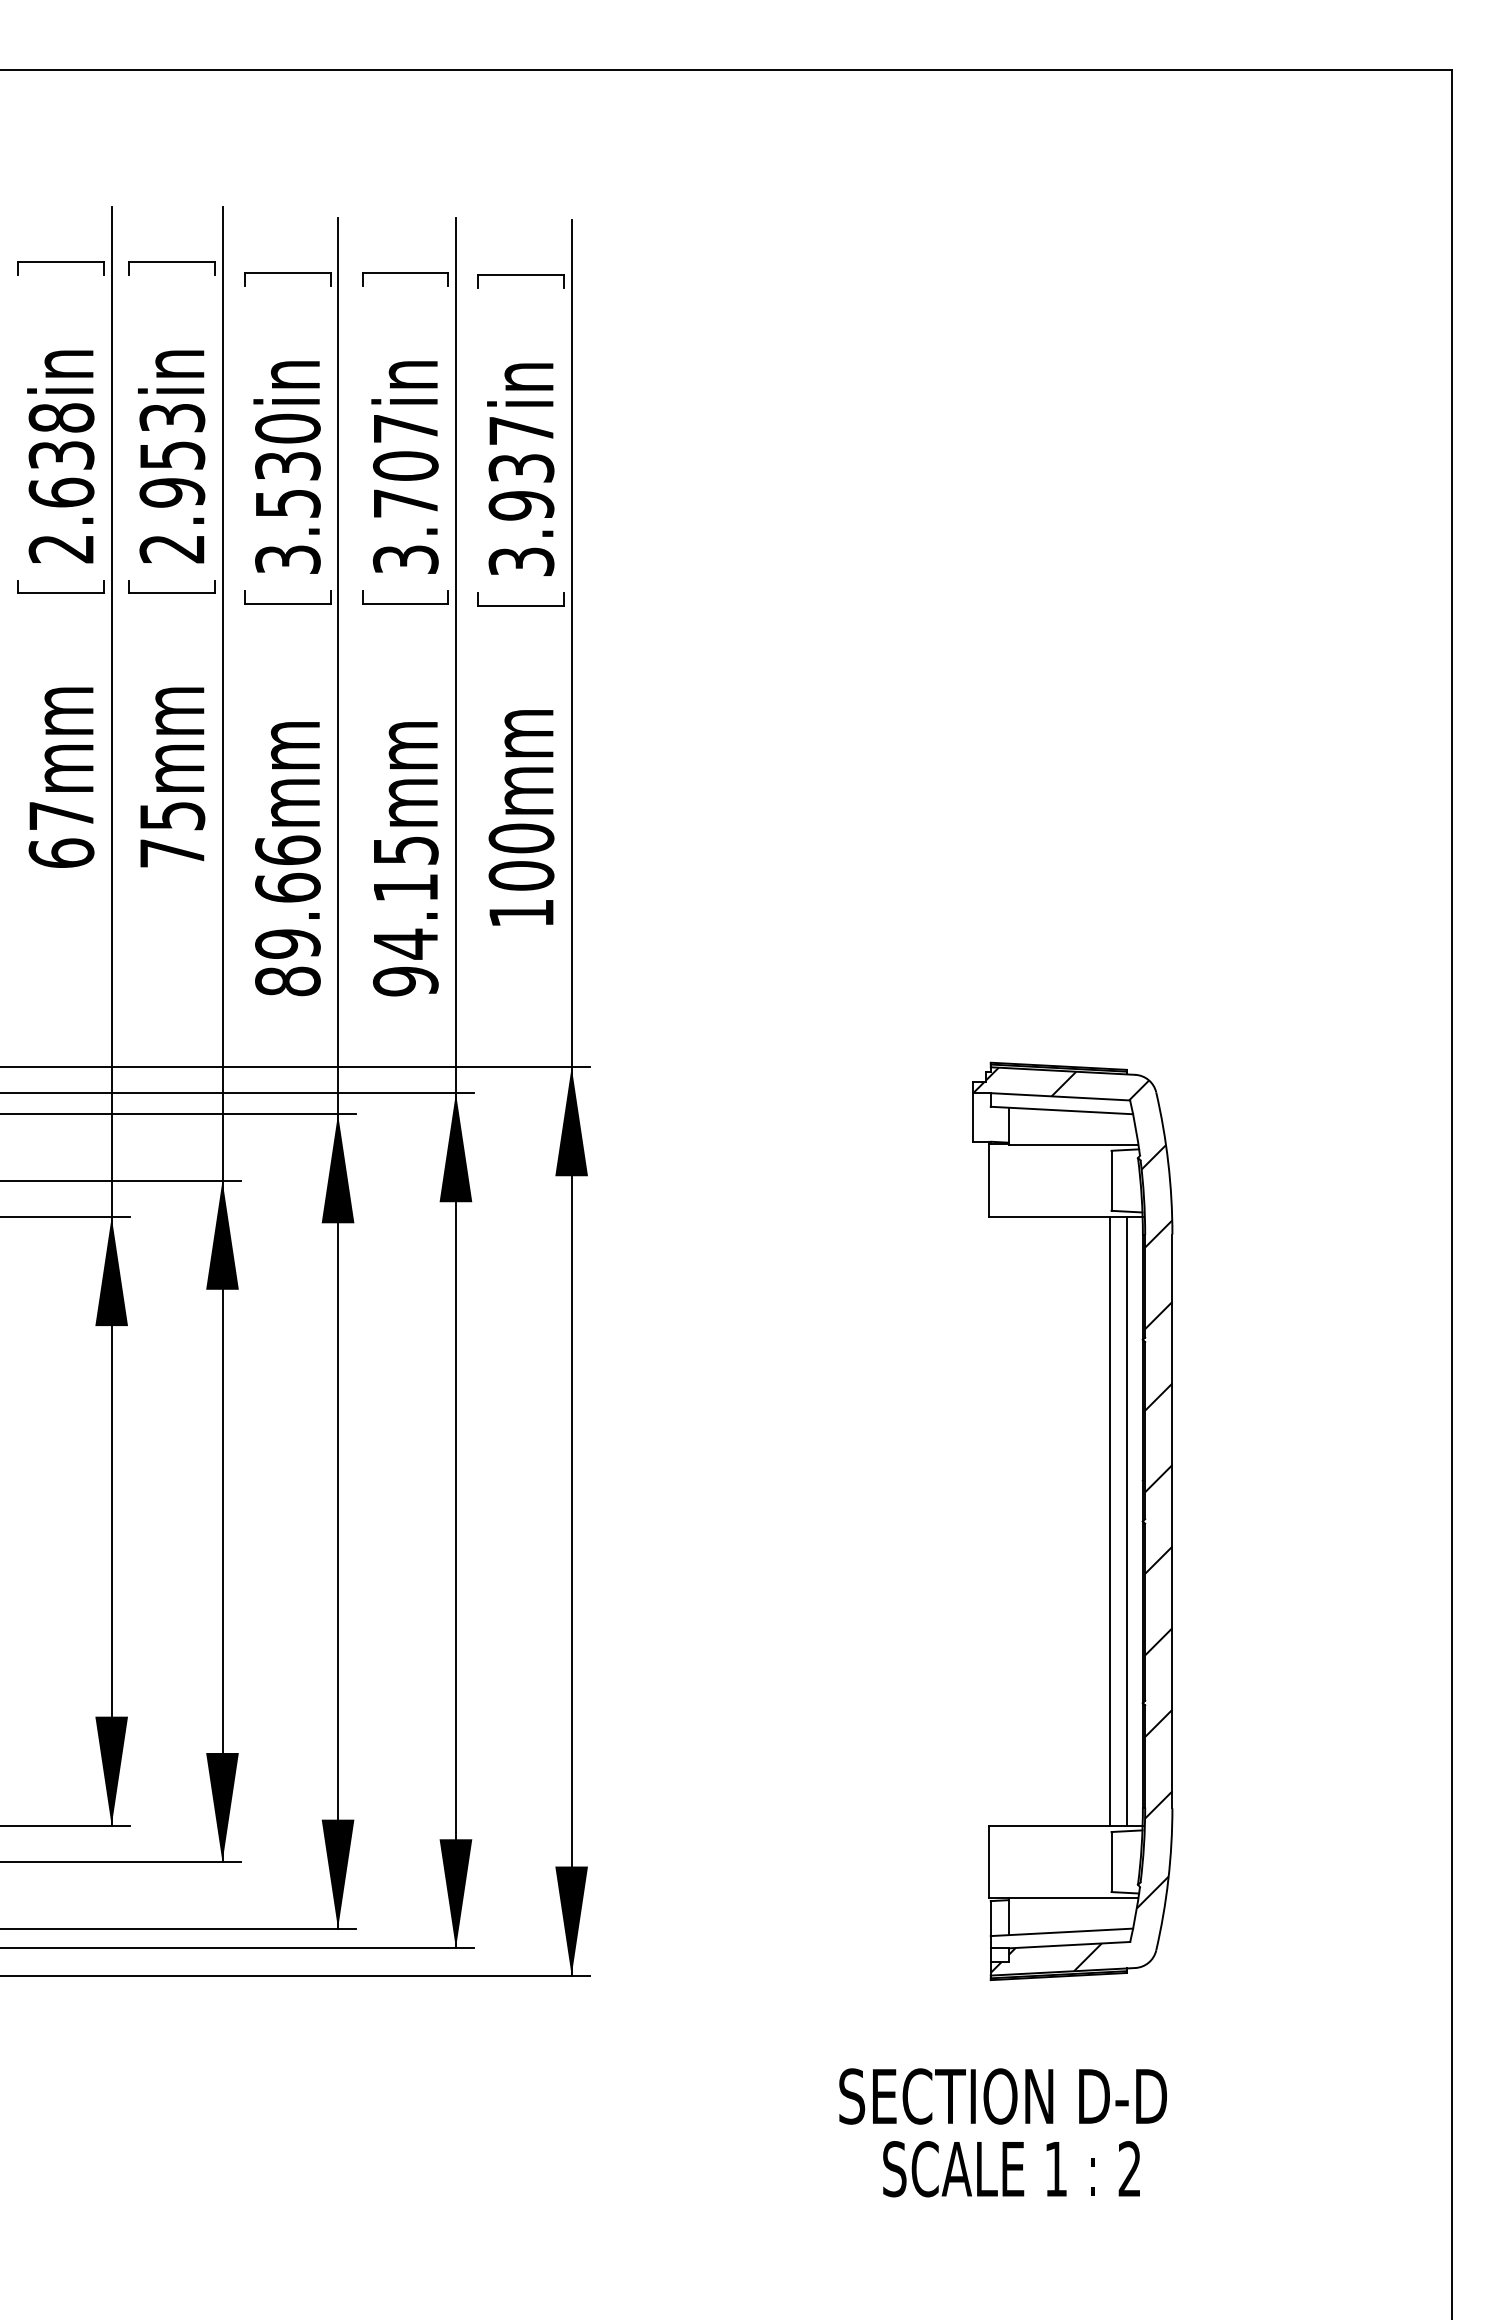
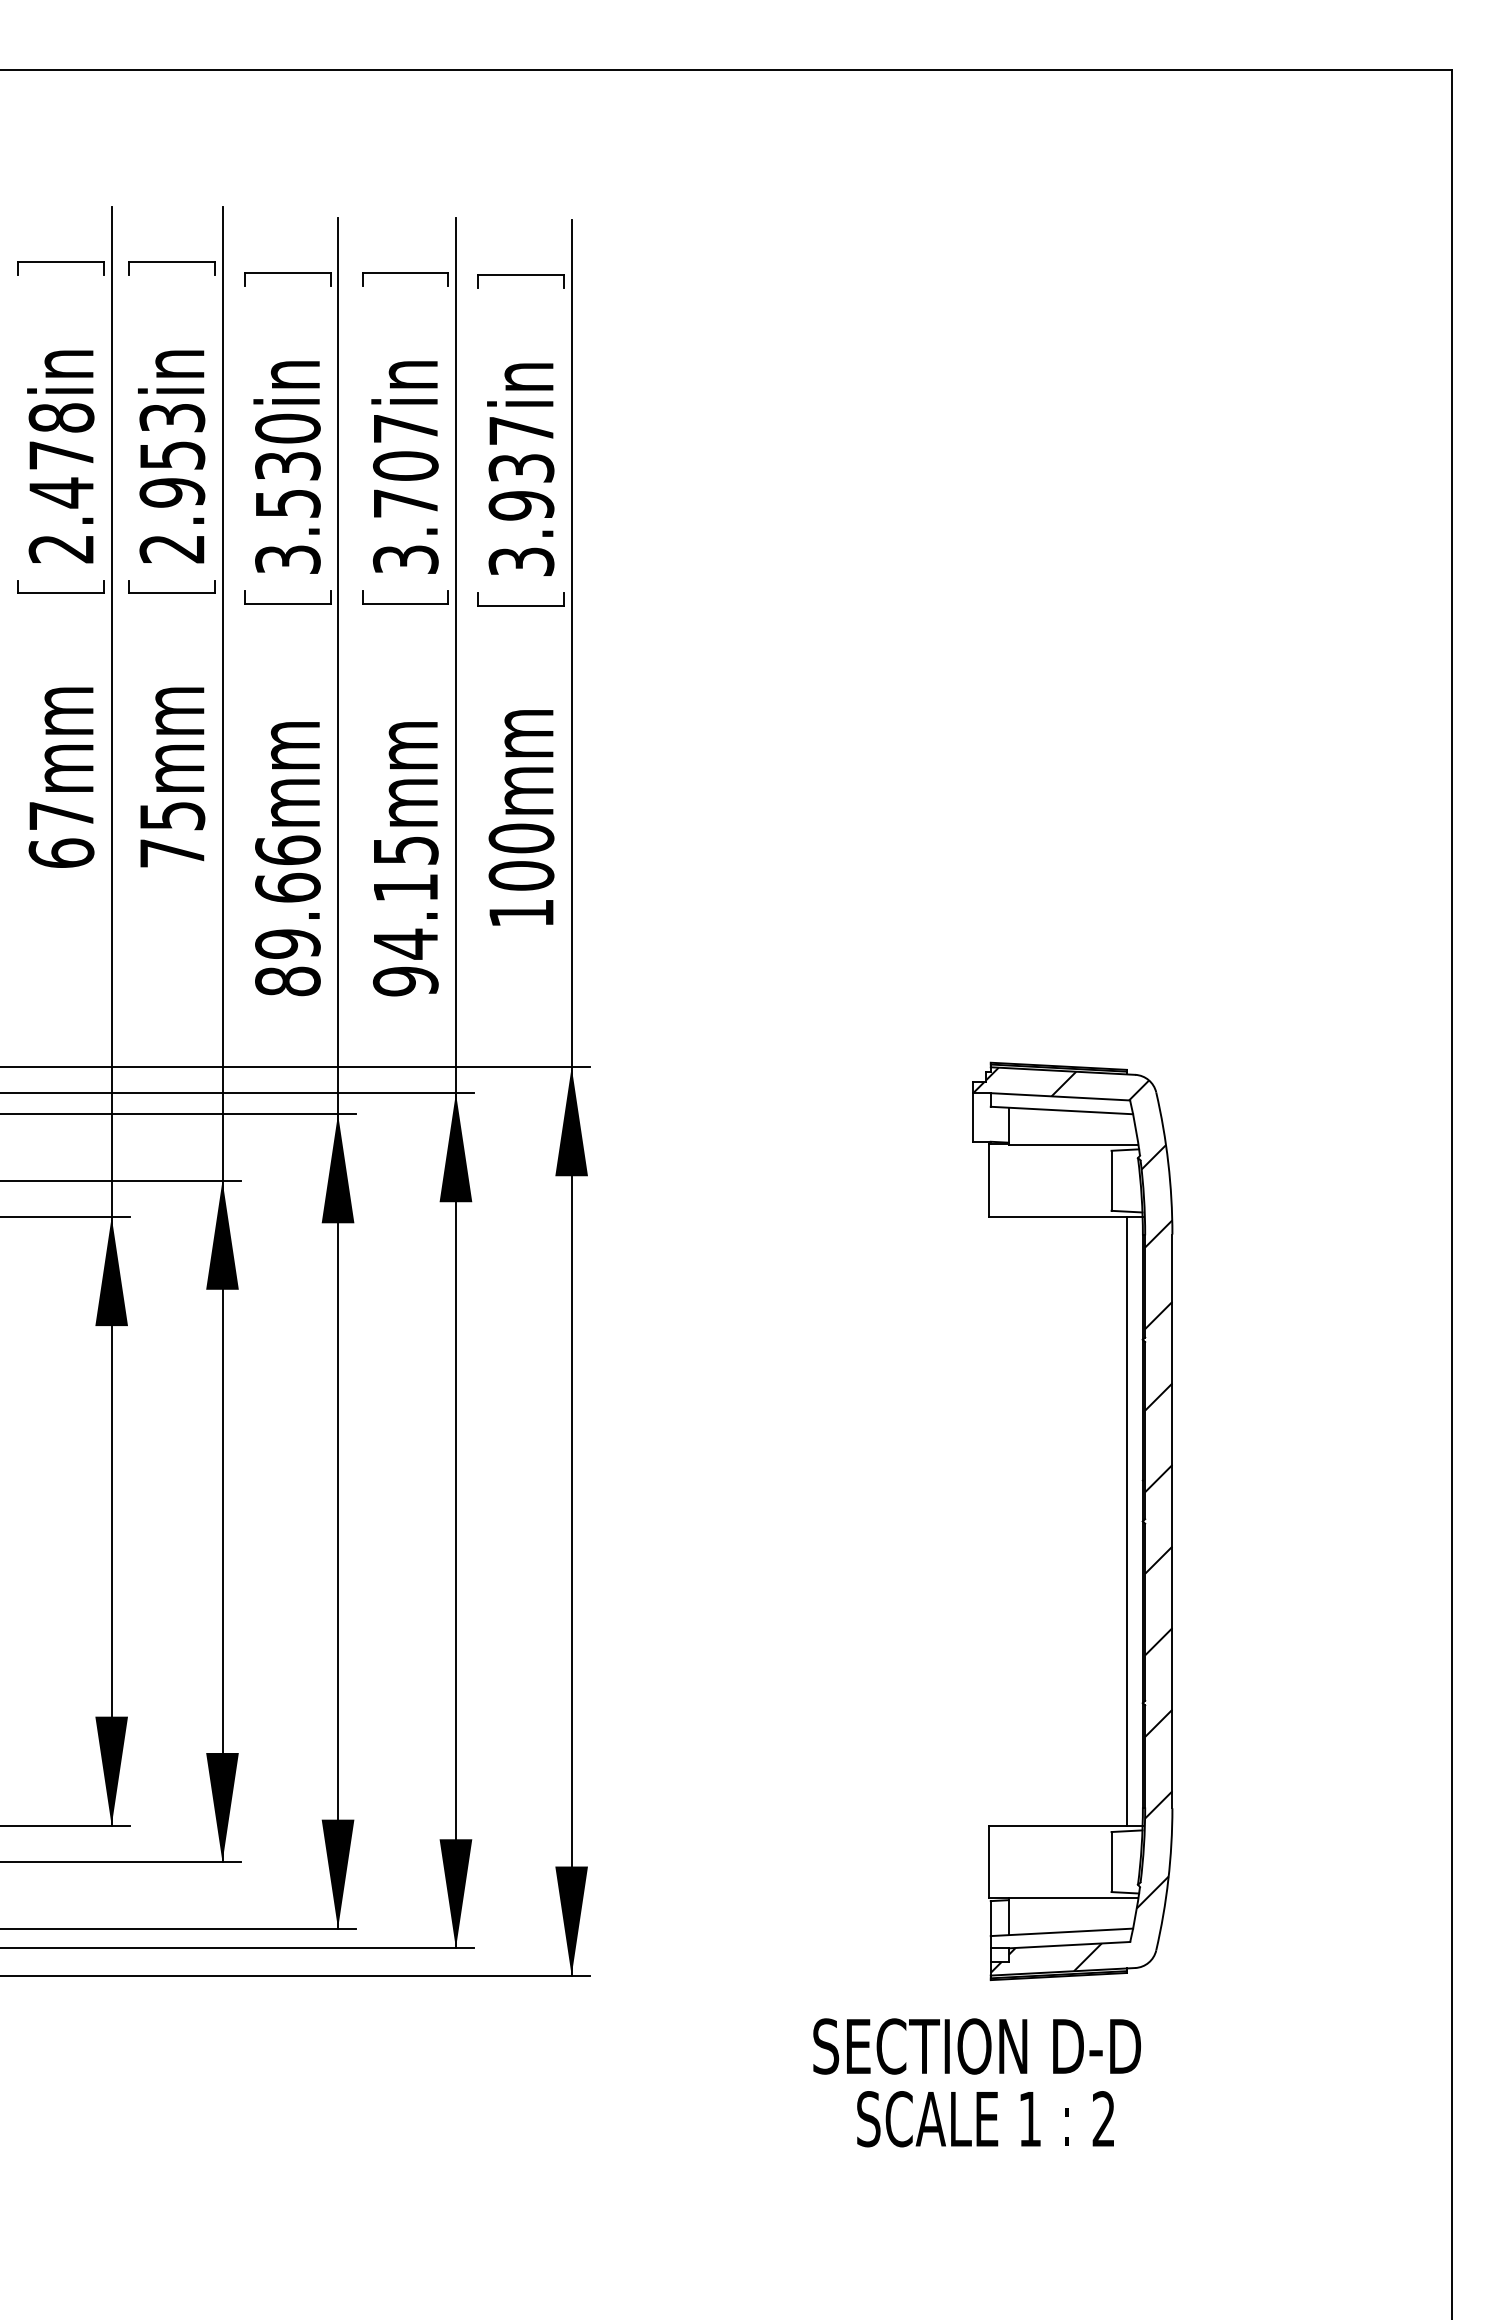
text at (61, 474): 2.638in -> 2.478in
line at (1110, 1521): present -> none
text at (1002, 2132) position: (1002, 2132) -> (976, 2082)
